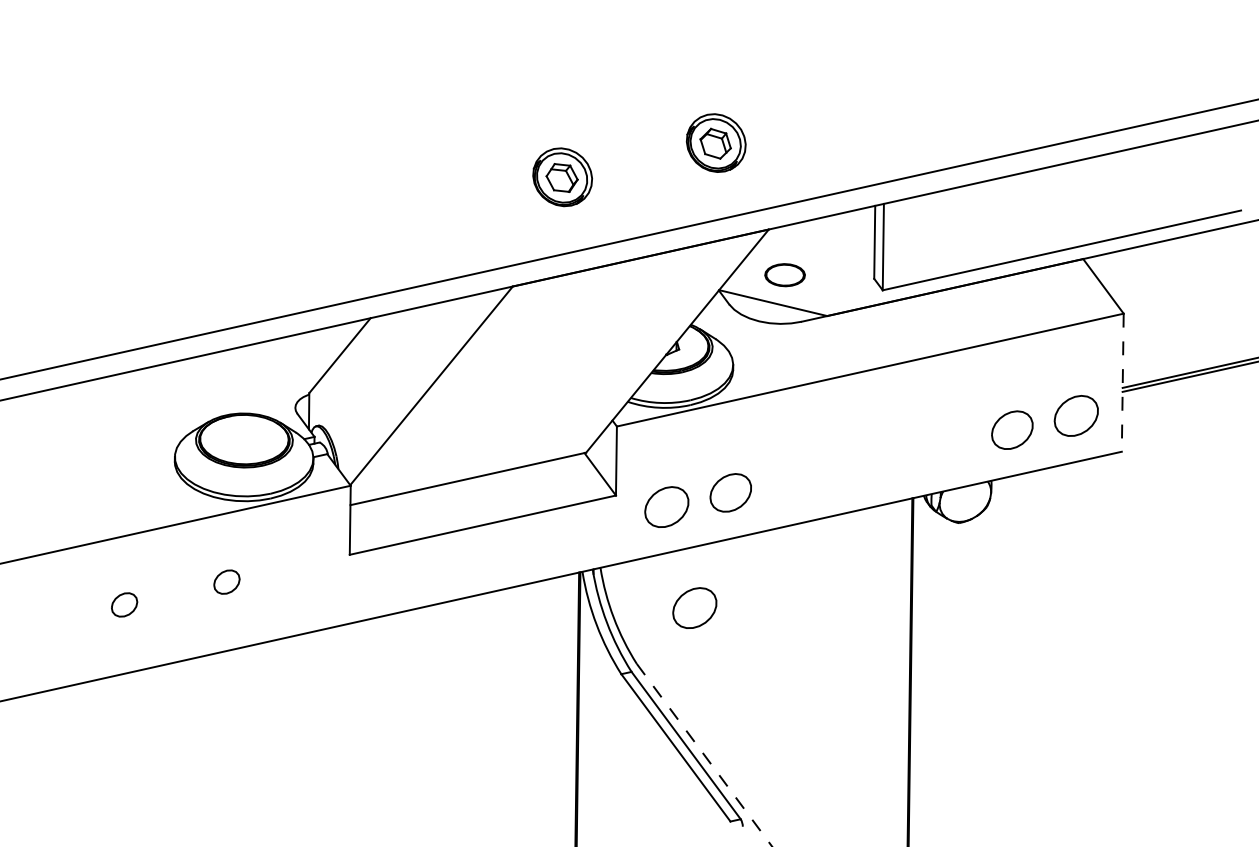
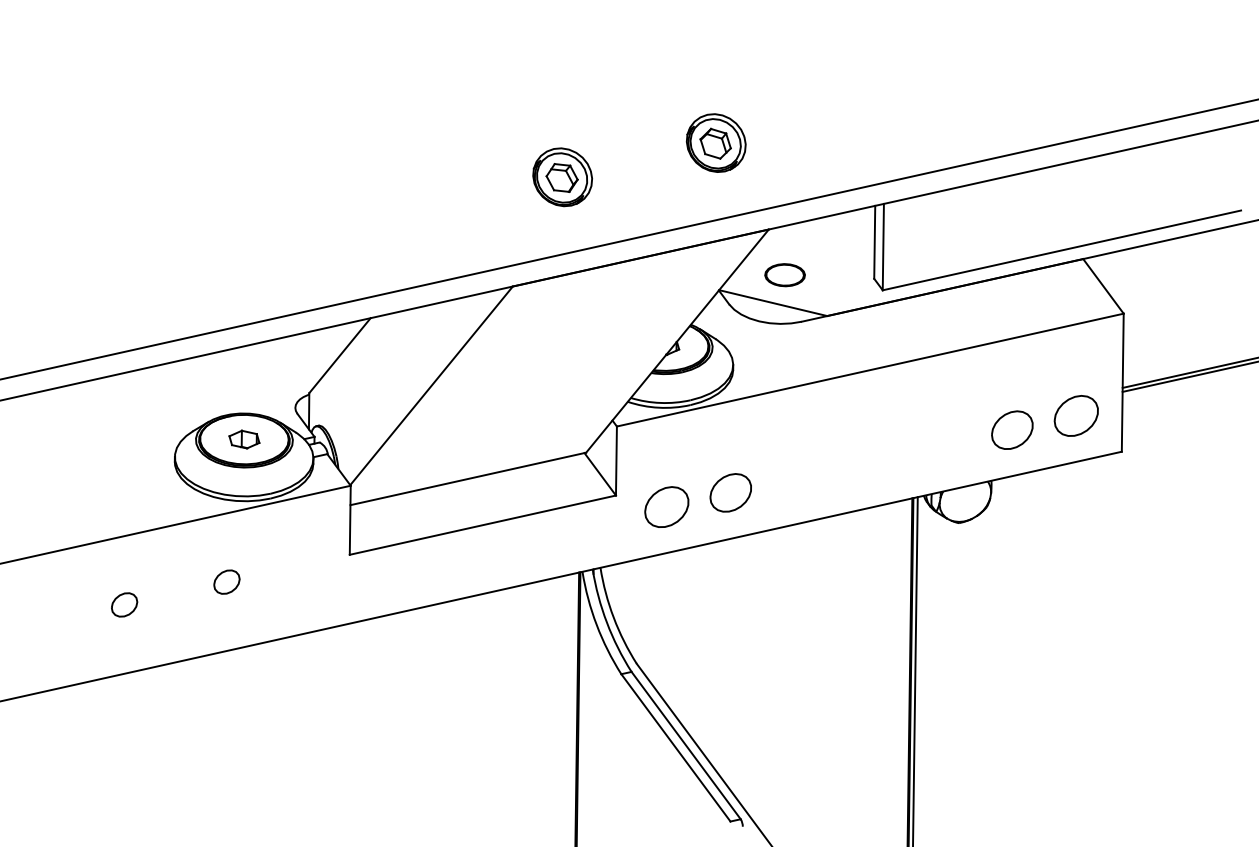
line at (1122, 383): dashed -> solid
part at (244, 439): none -> present
part at (694, 607): present -> none
line at (915, 670): none -> present
line at (704, 755): dashed -> solid
